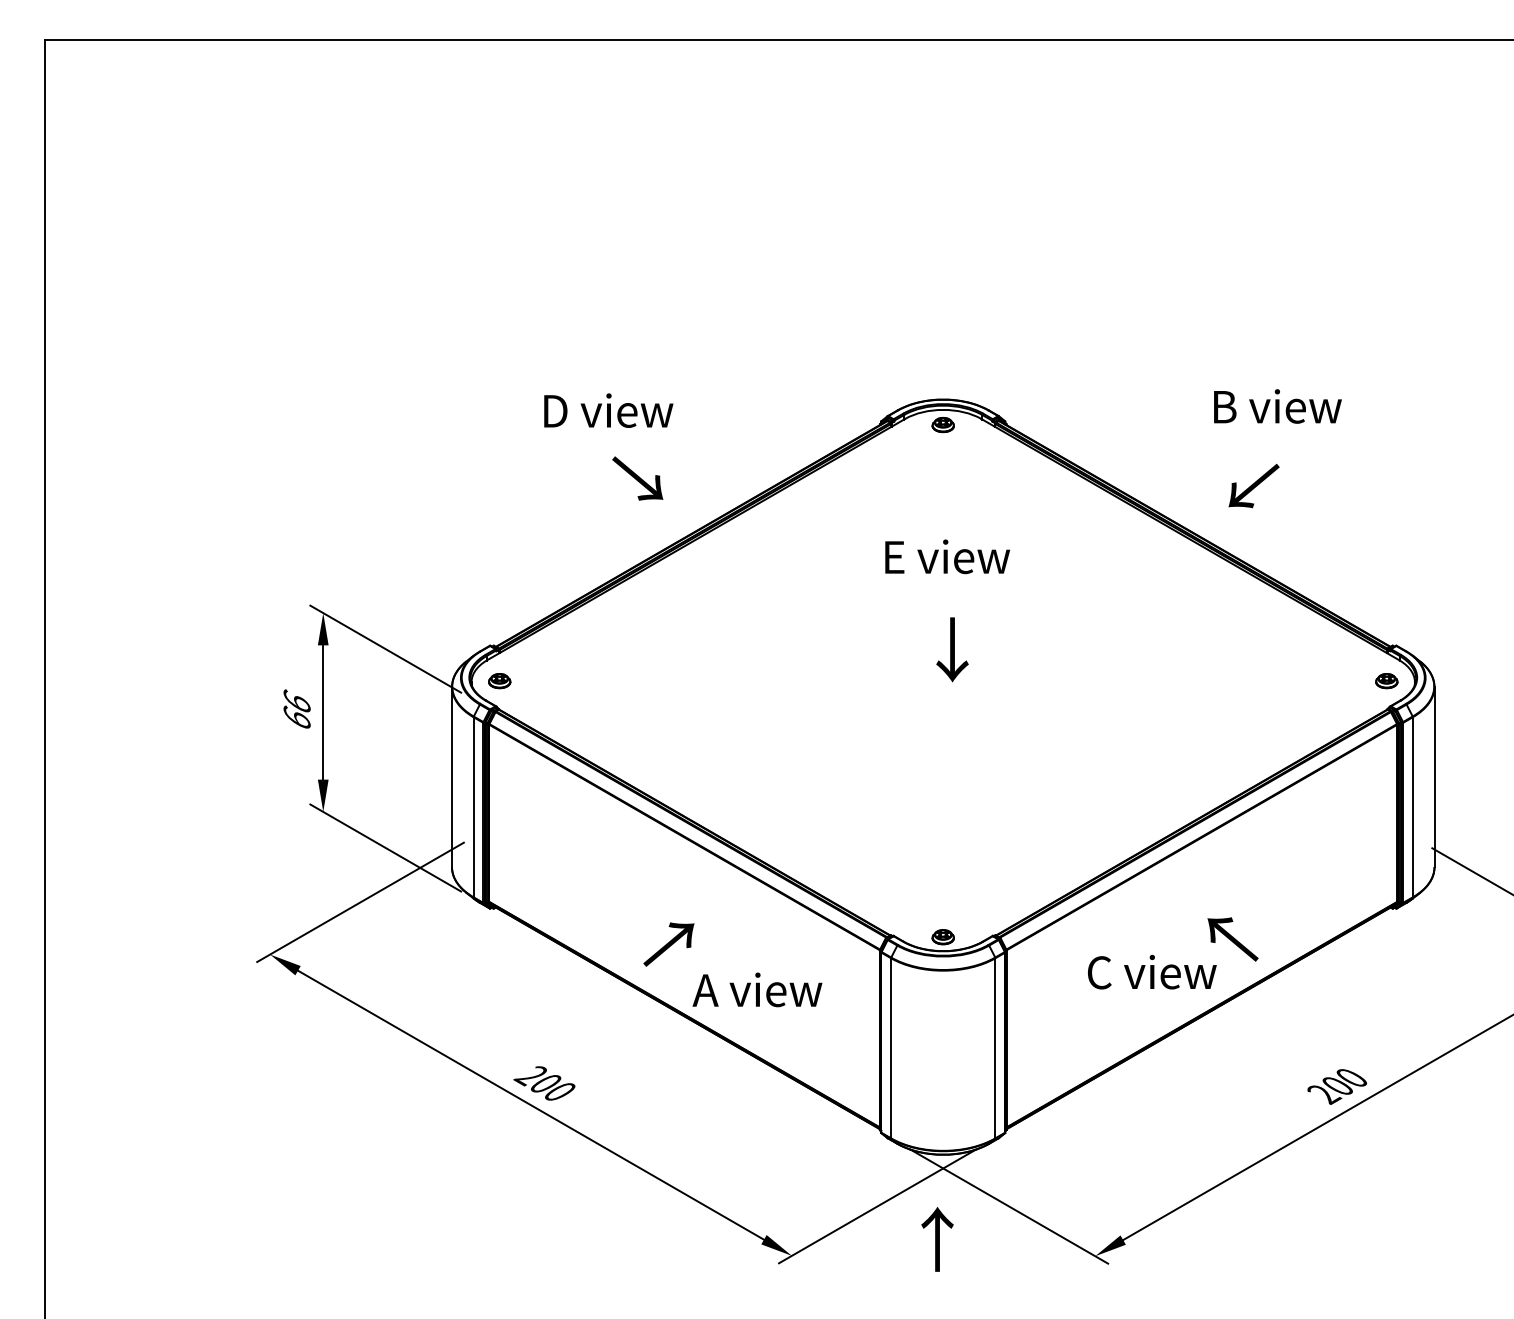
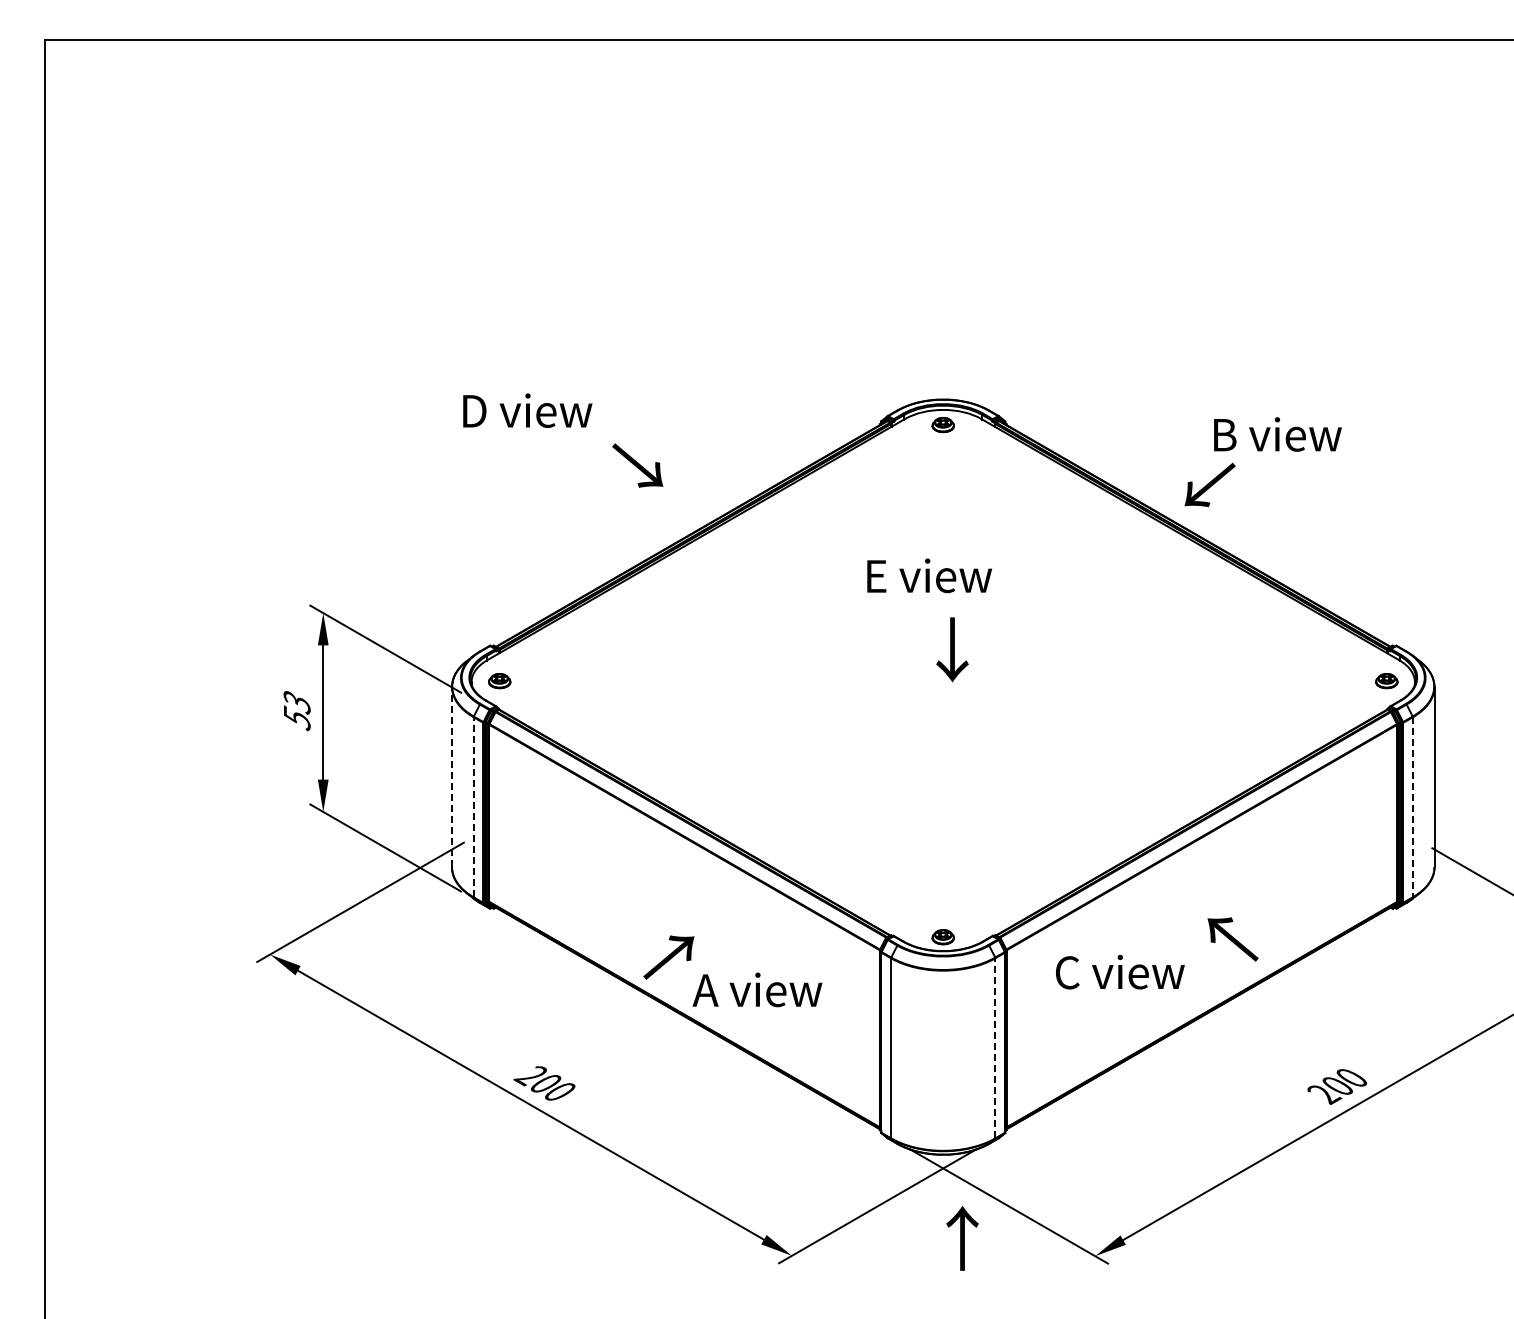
text at (1277, 406) position: (1277, 406) -> (1277, 434)
text at (608, 410) position: (608, 410) -> (527, 410)
text at (637, 478) position: (637, 478) -> (637, 465)
text at (1253, 485) position: (1253, 485) -> (1209, 484)
text at (947, 556) position: (947, 556) -> (929, 575)
text at (296, 710): 66 -> 53
line at (452, 776): solid -> dashed
line at (473, 806): solid -> dashed
line at (1412, 807): solid -> dashed
text at (668, 944) position: (668, 944) -> (668, 957)
text at (1152, 971) position: (1152, 971) -> (1120, 971)
line at (995, 1047): solid -> dashed
text at (937, 1239) position: (937, 1239) -> (962, 1238)
